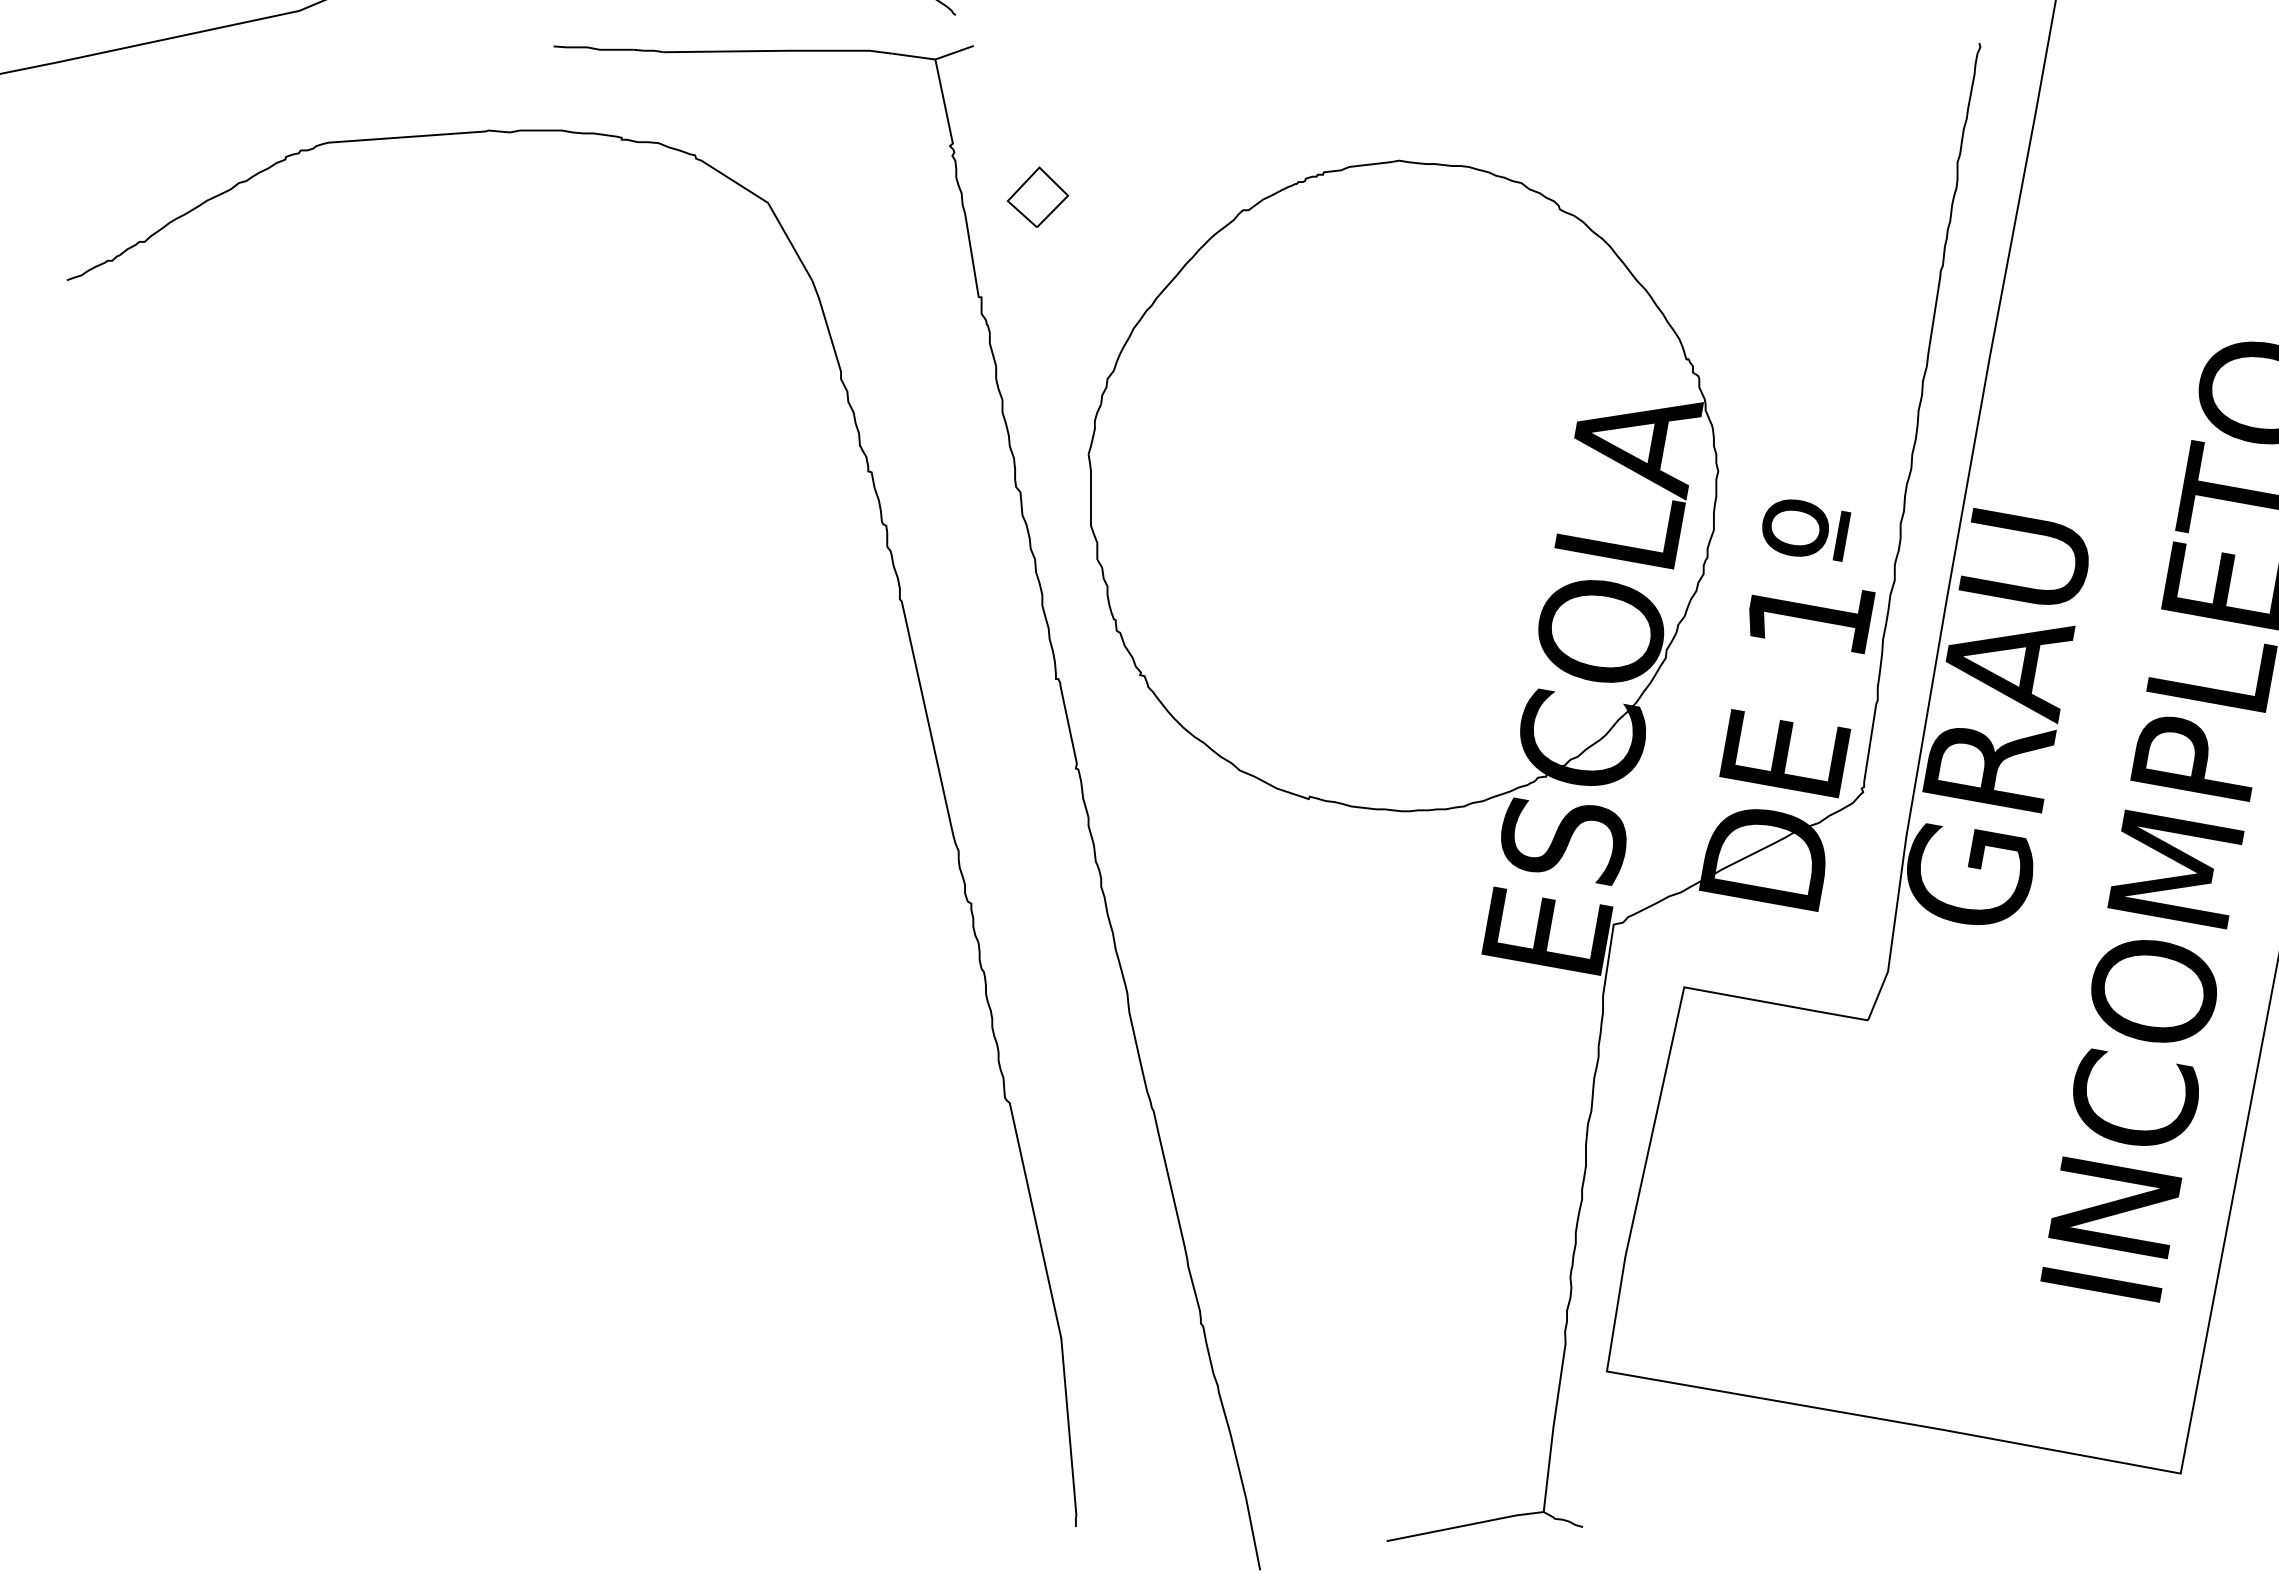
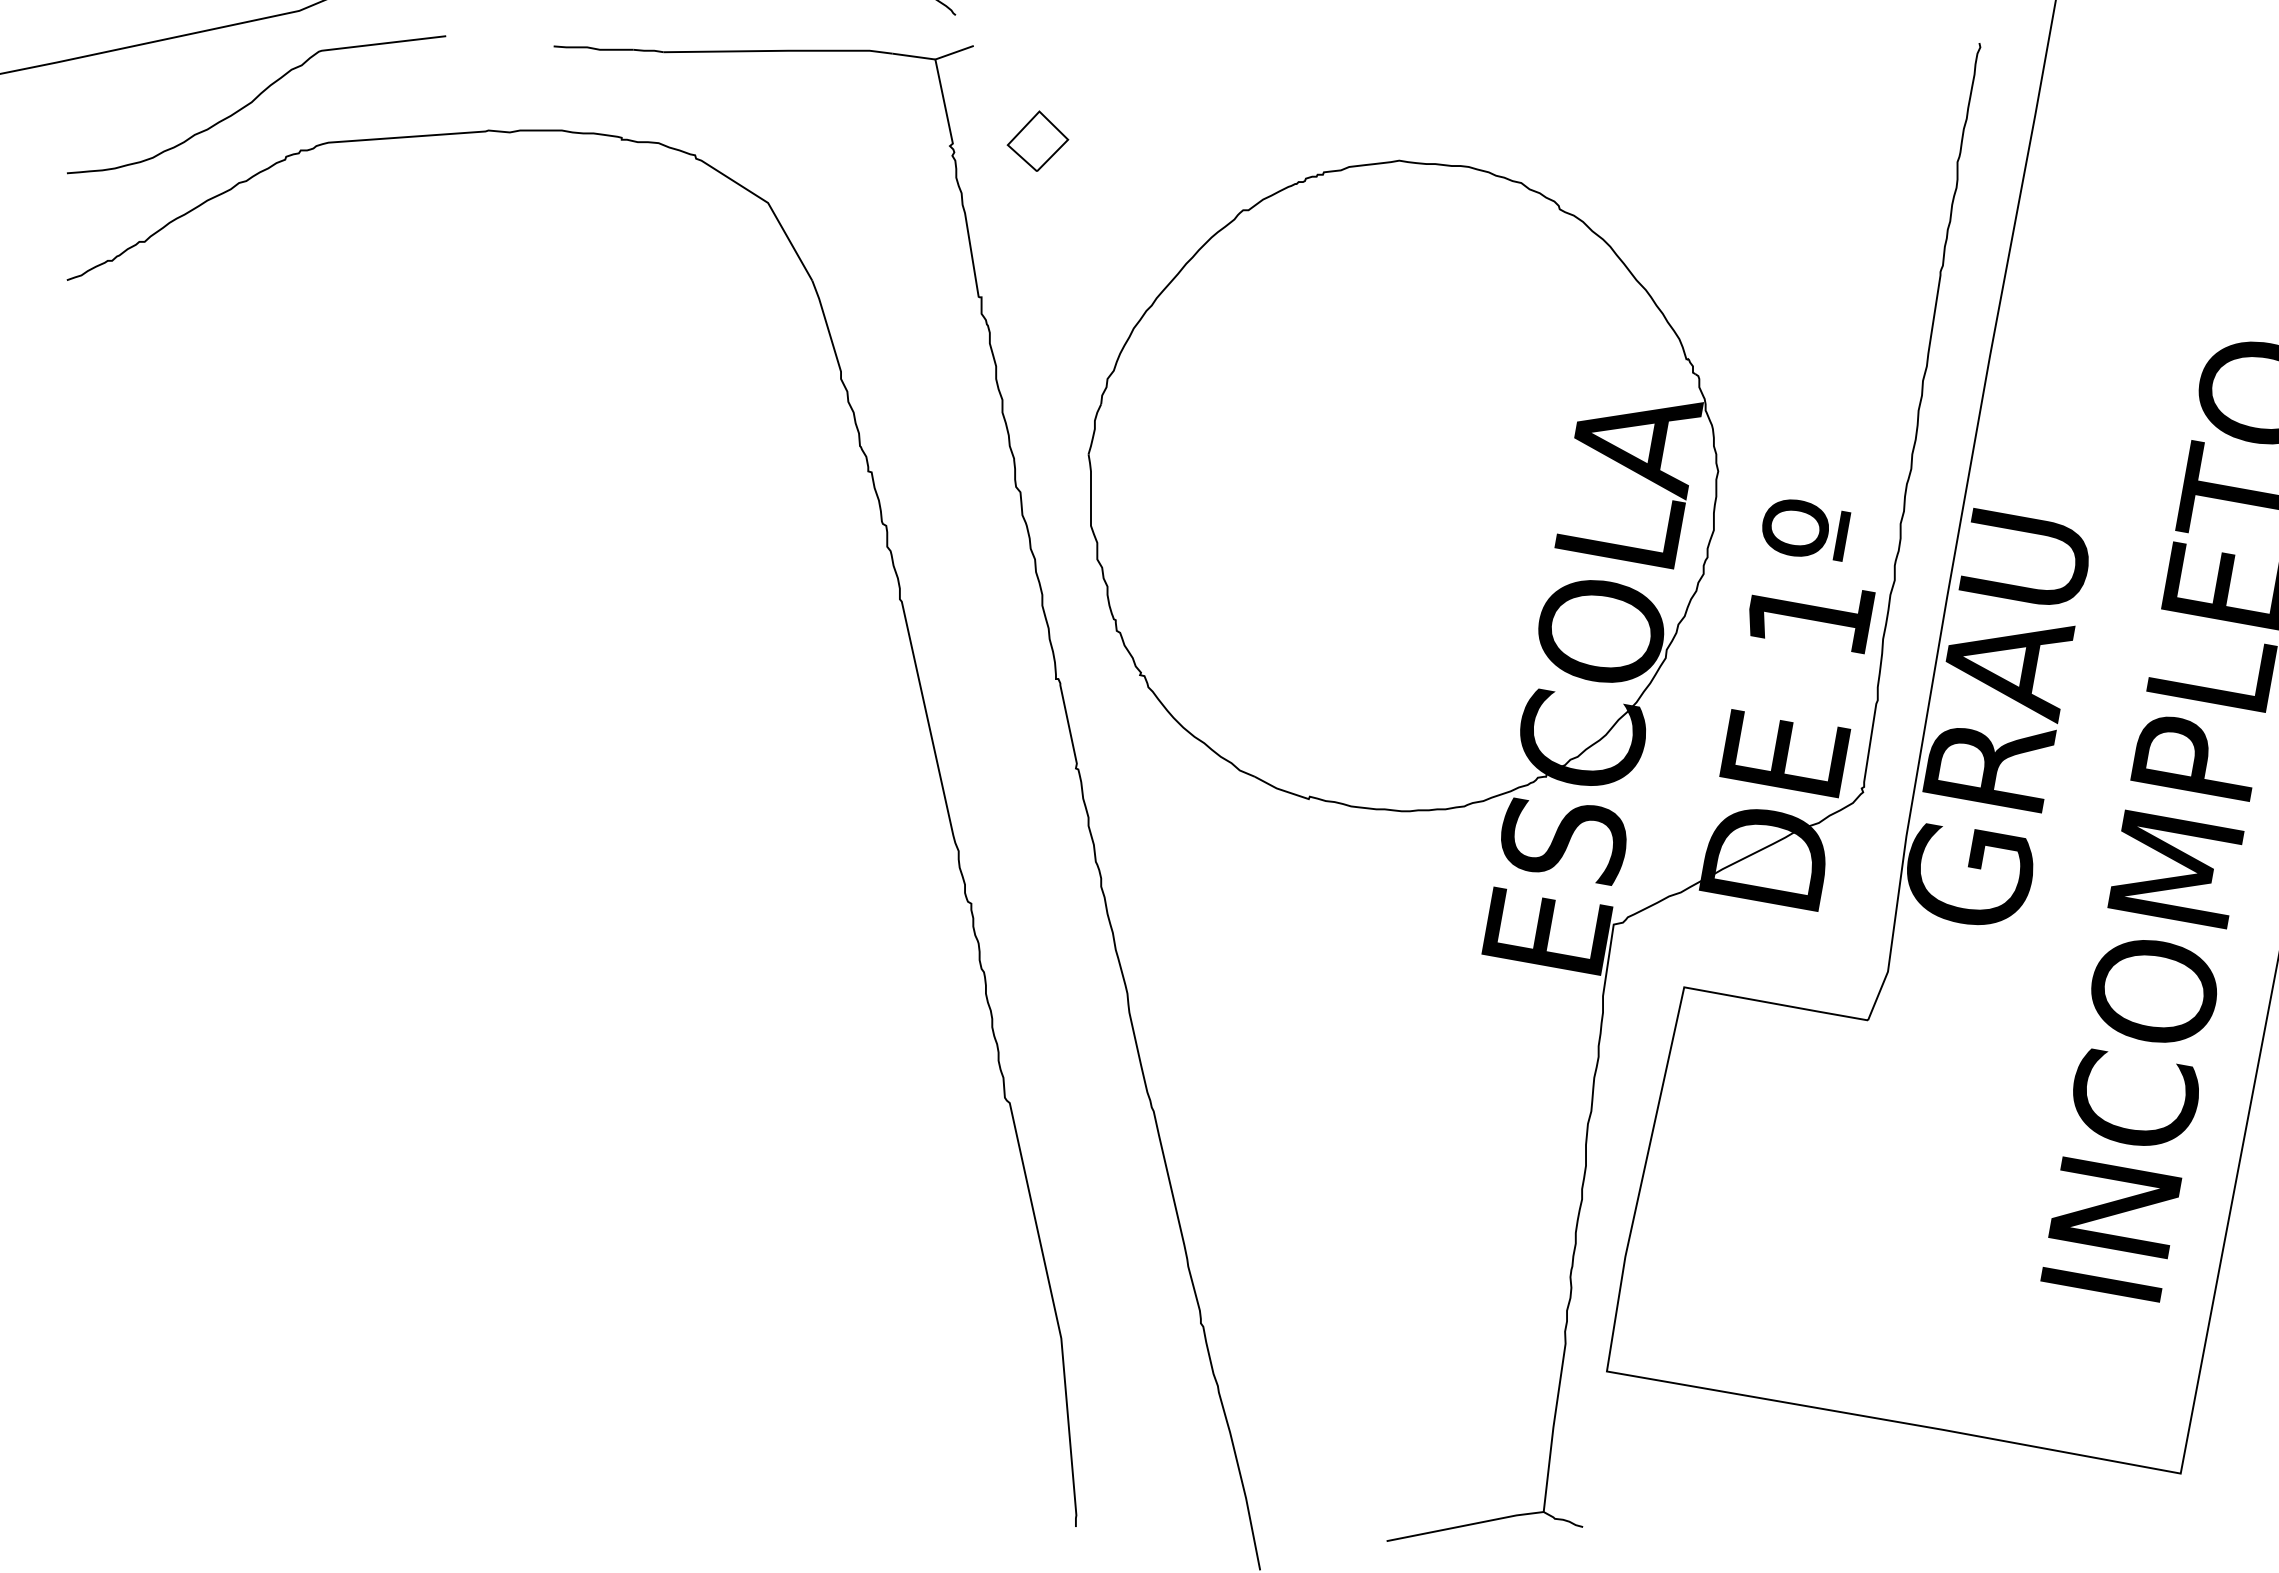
curve at (255, 100): none -> present
part at (1037, 196) position: (1037, 196) -> (1037, 140)
